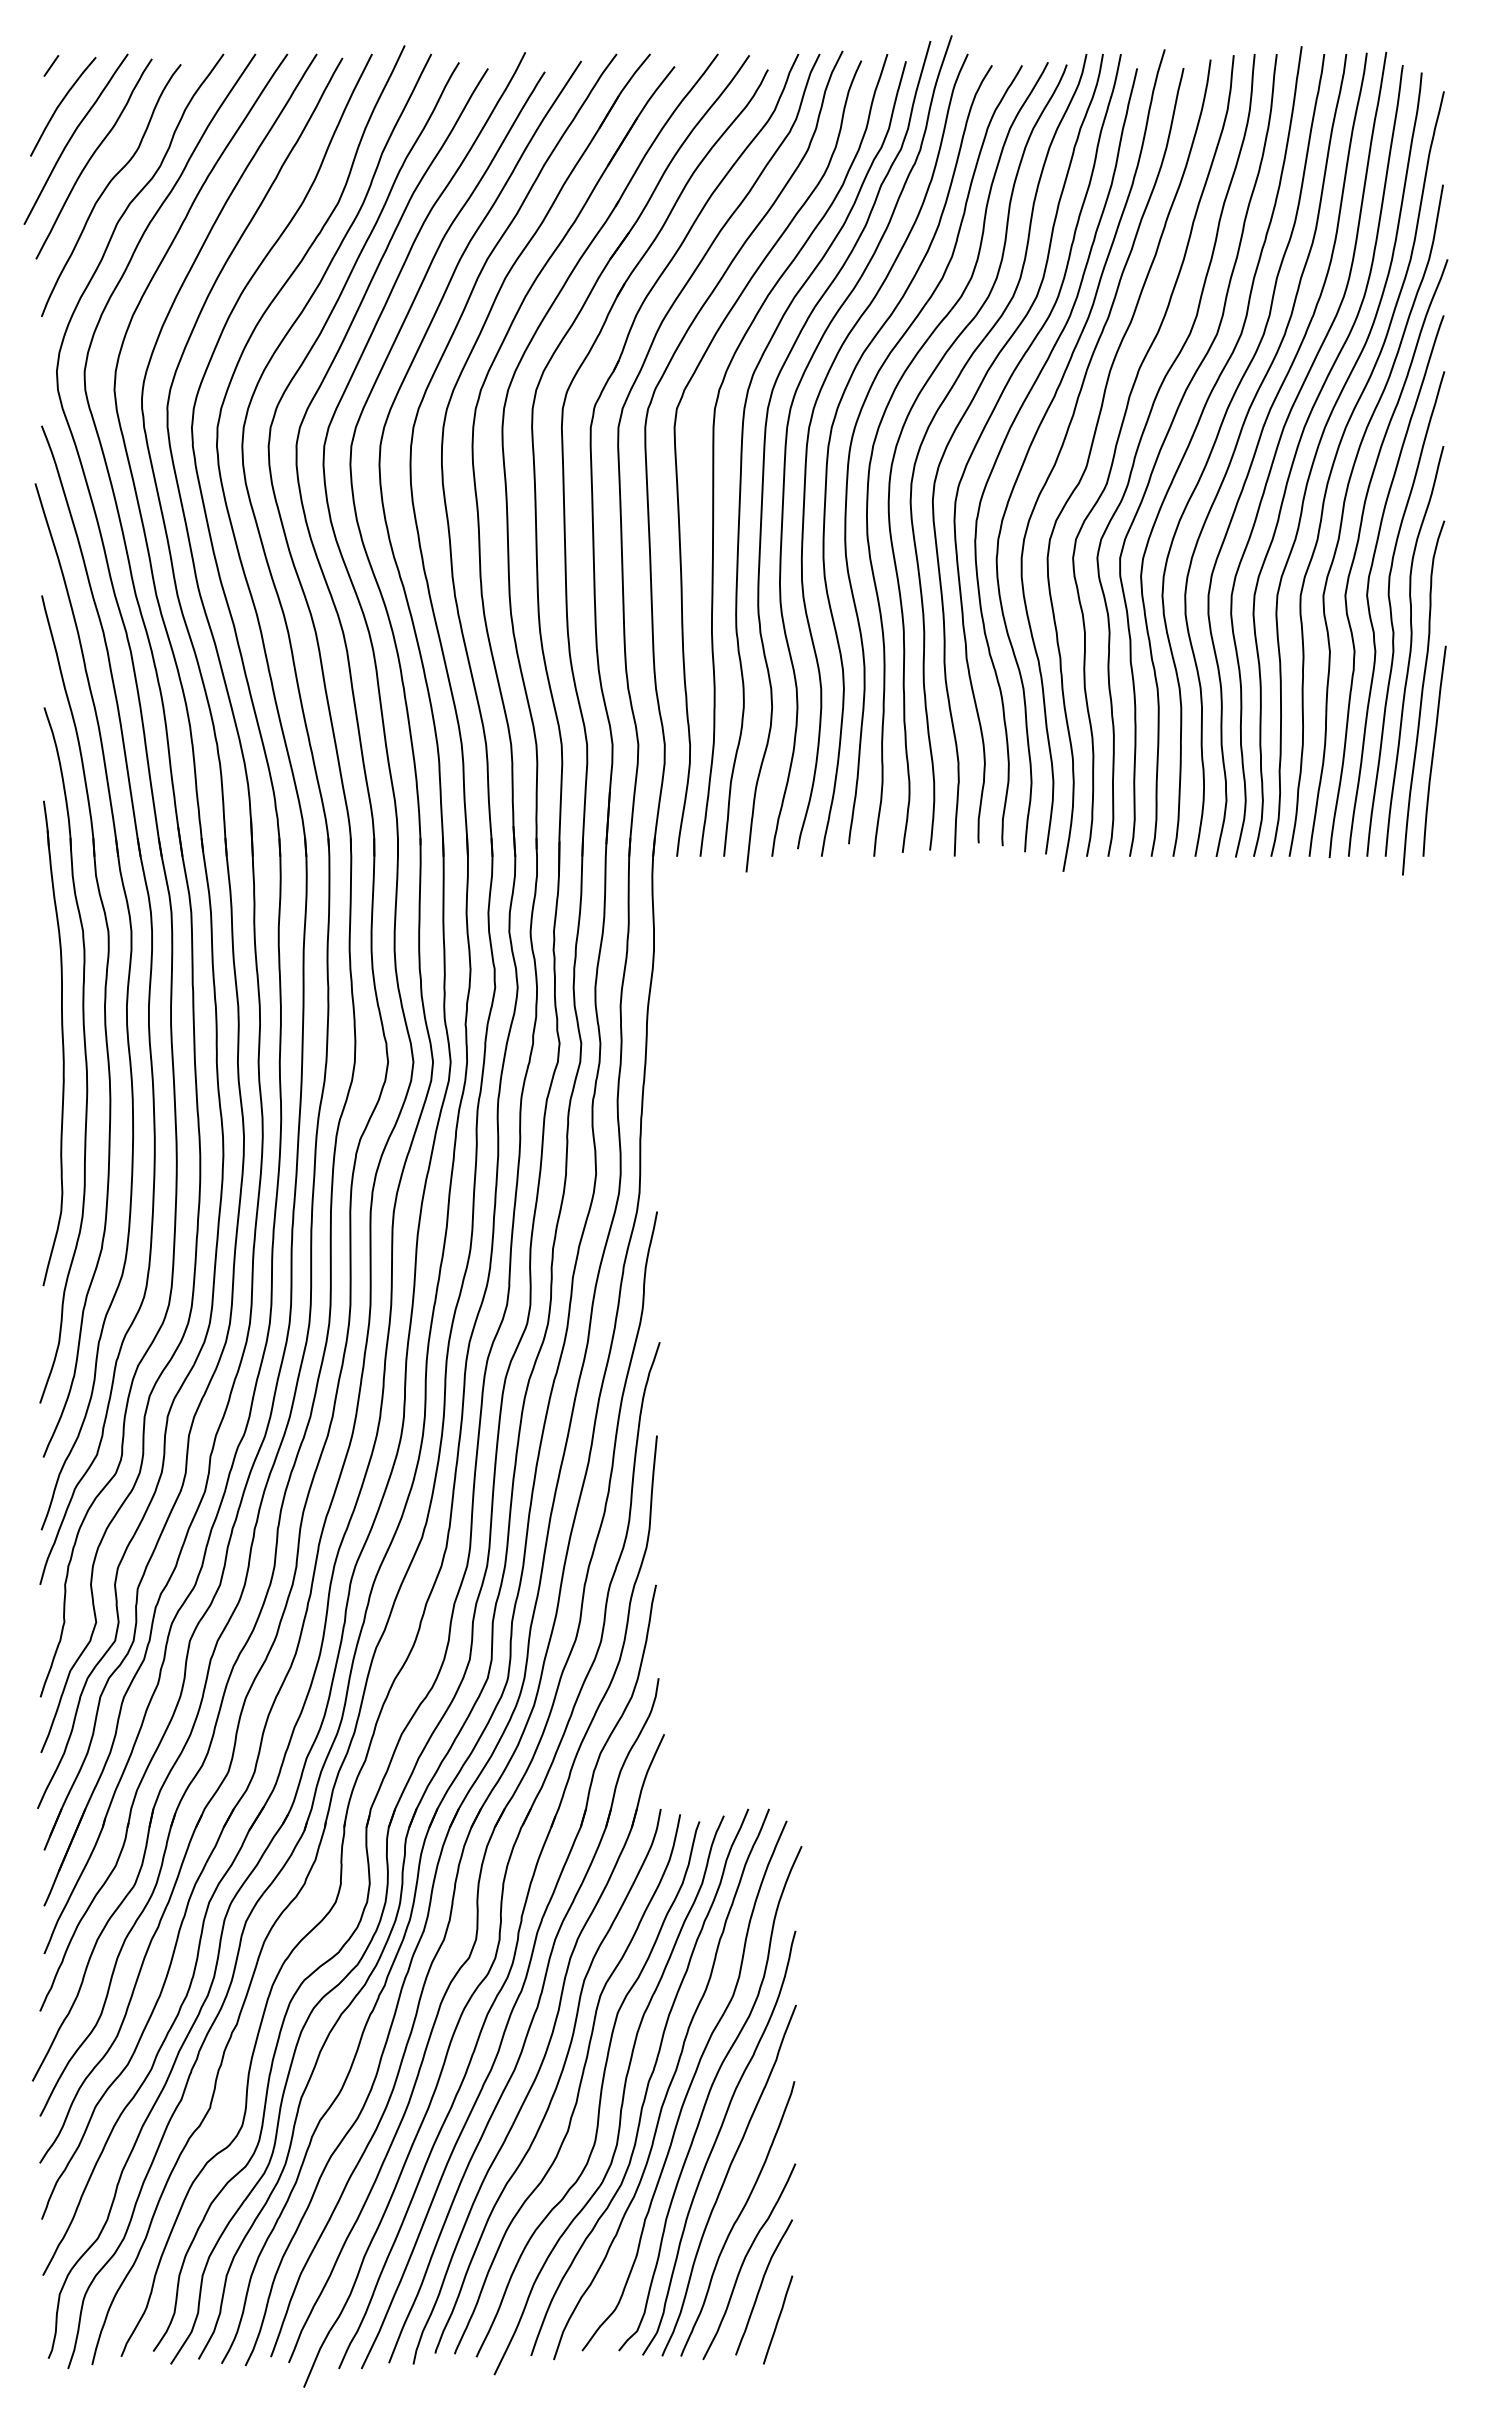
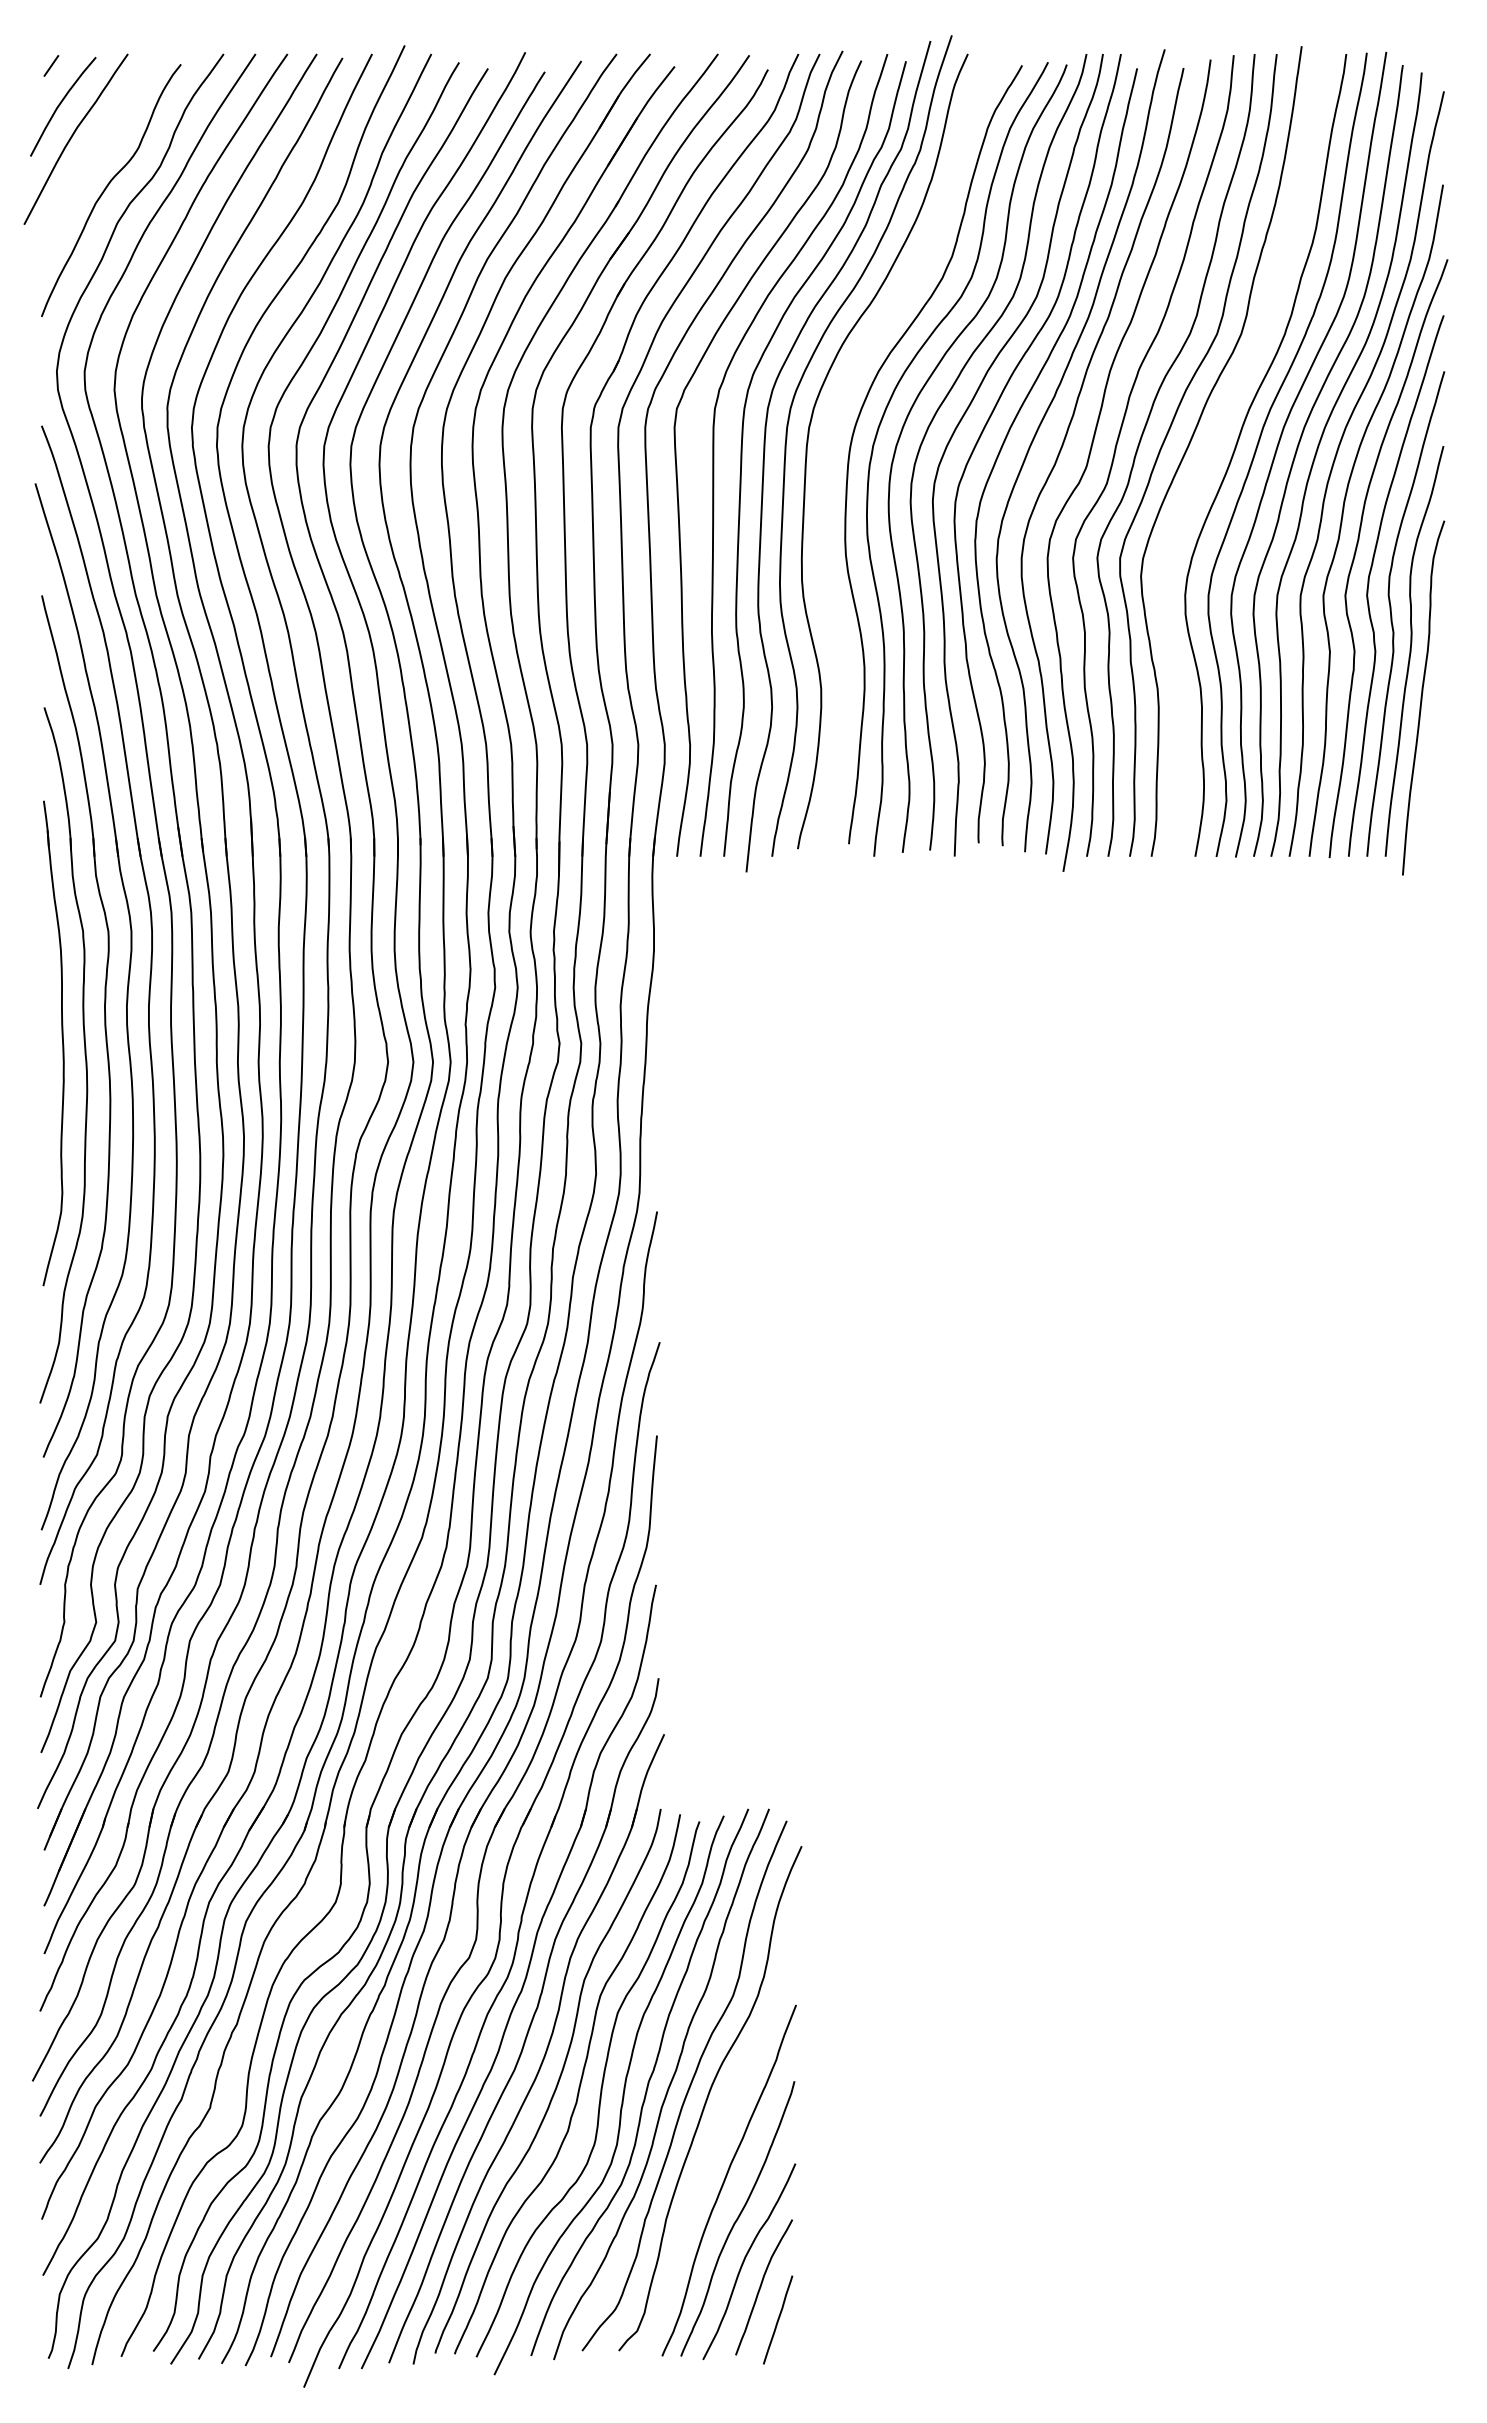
curve at (92, 157): present -> none
curve at (1215, 444): present -> none
curve at (829, 449): present -> none
curve at (1434, 750): present -> none
curve at (716, 2142): present -> none
